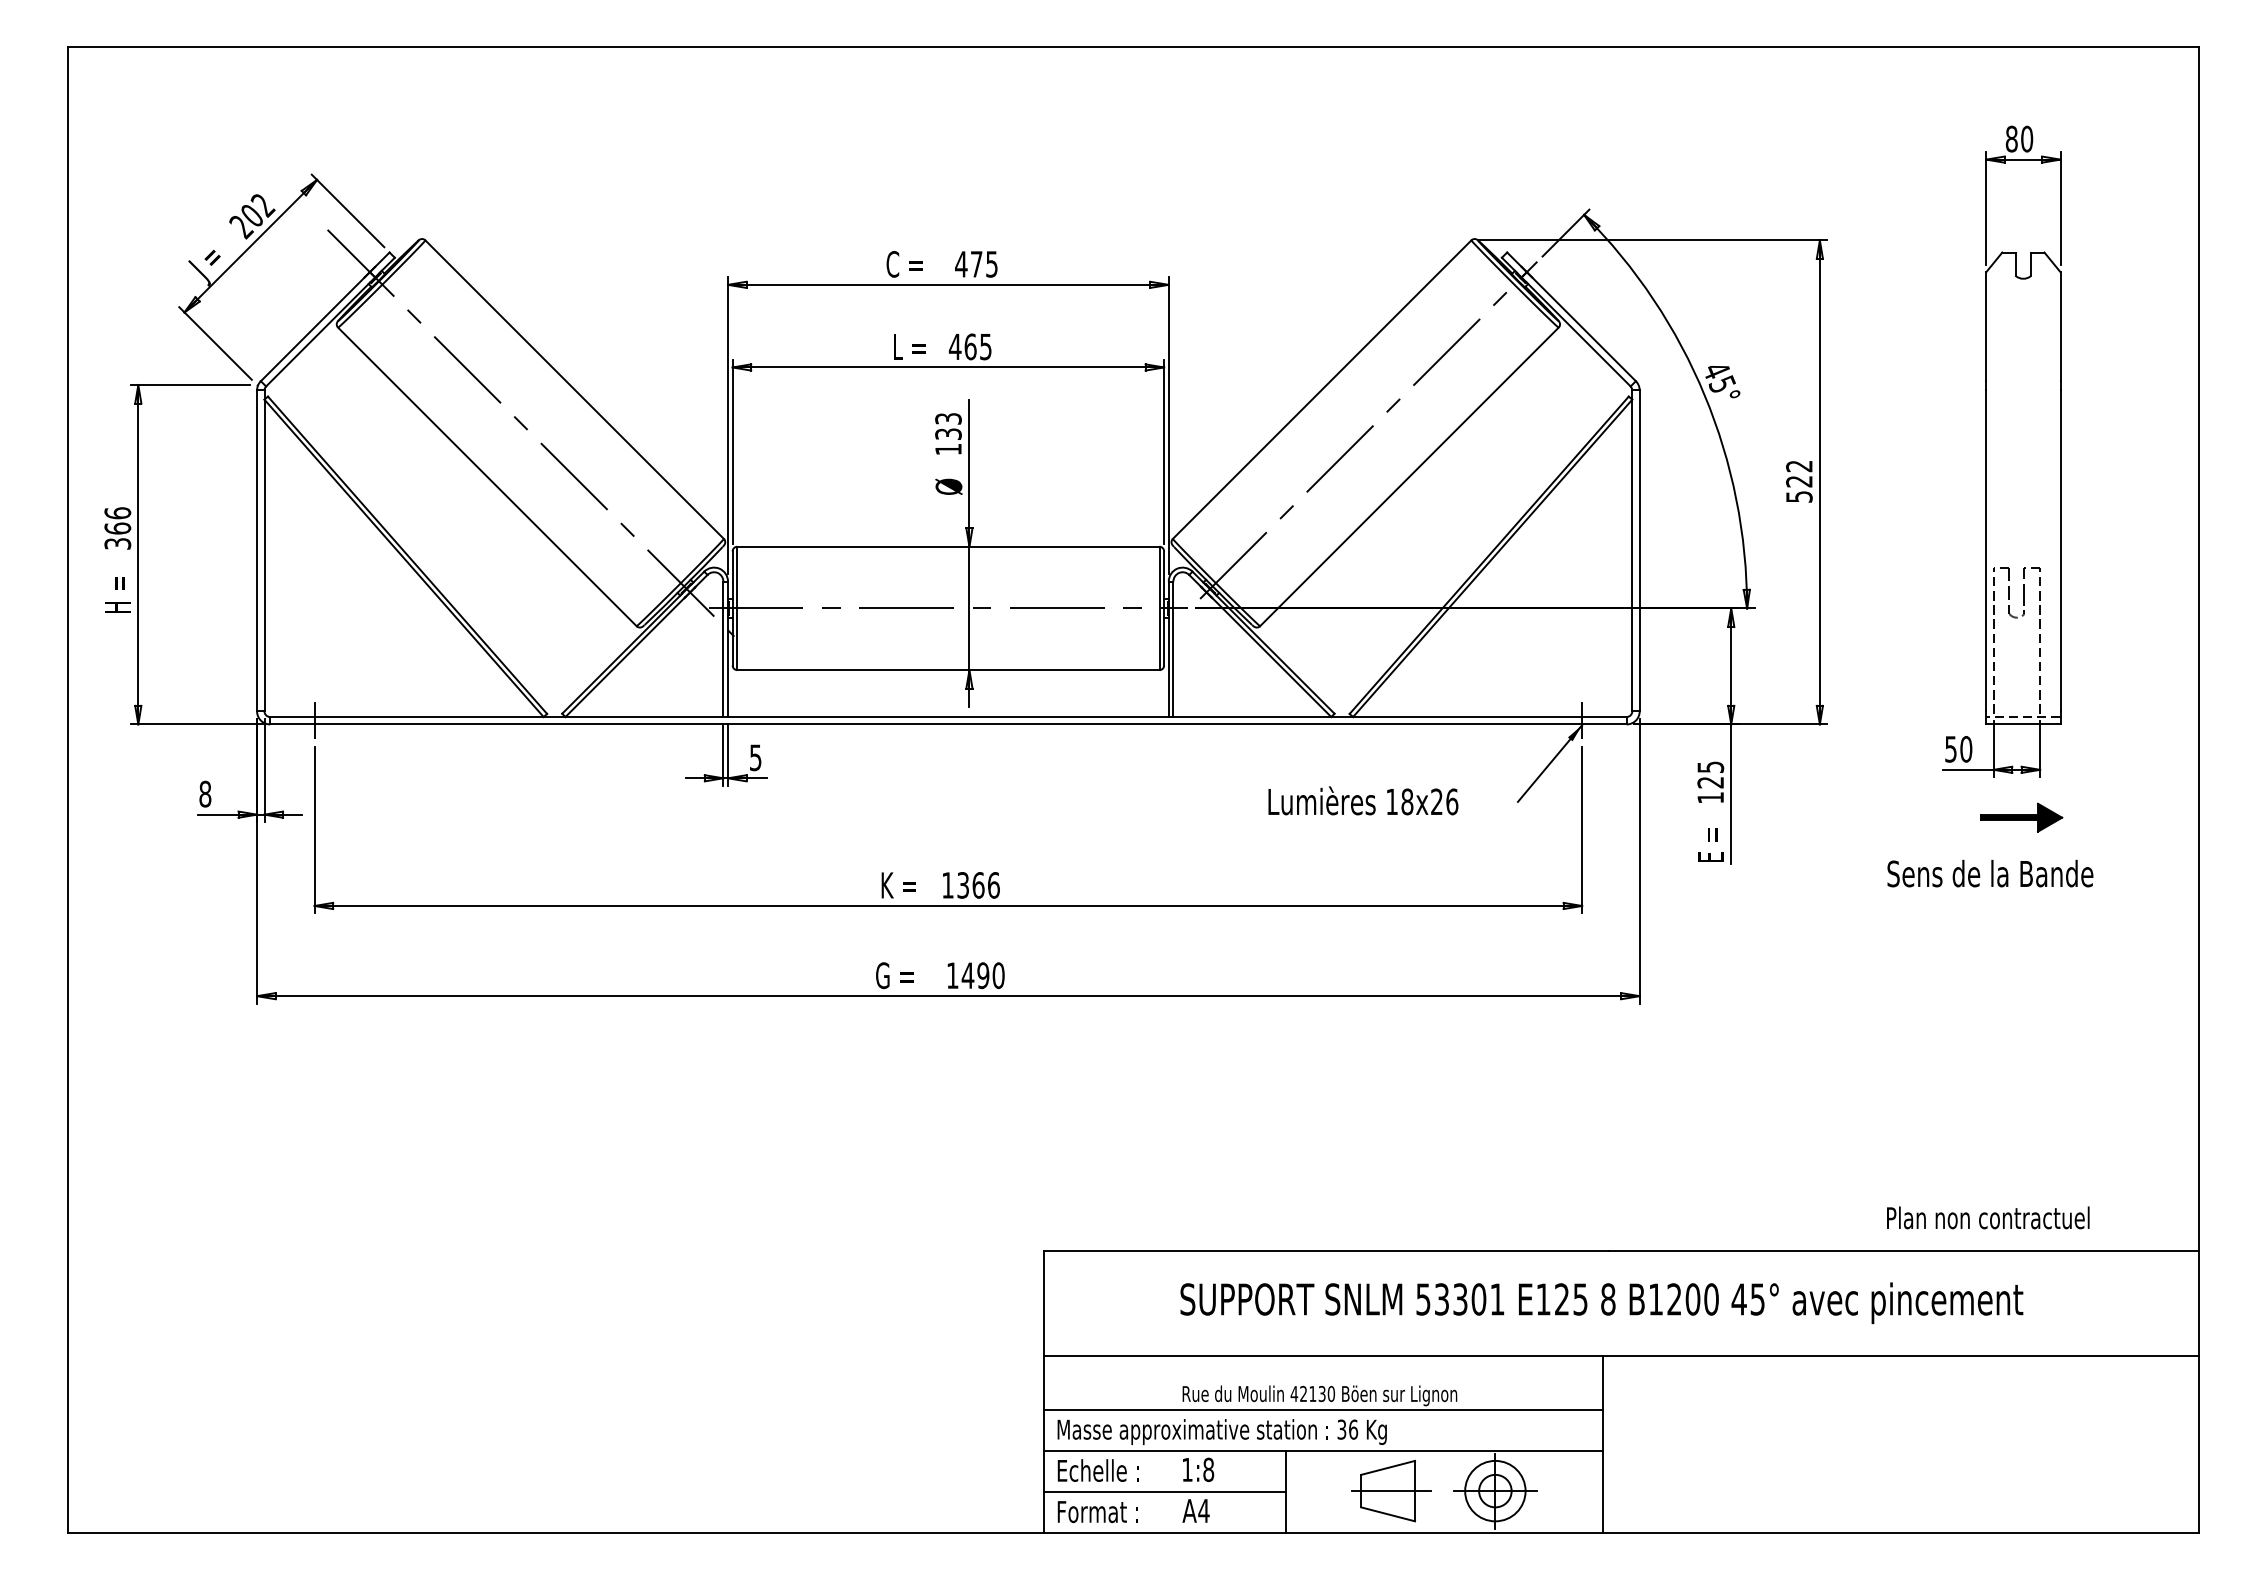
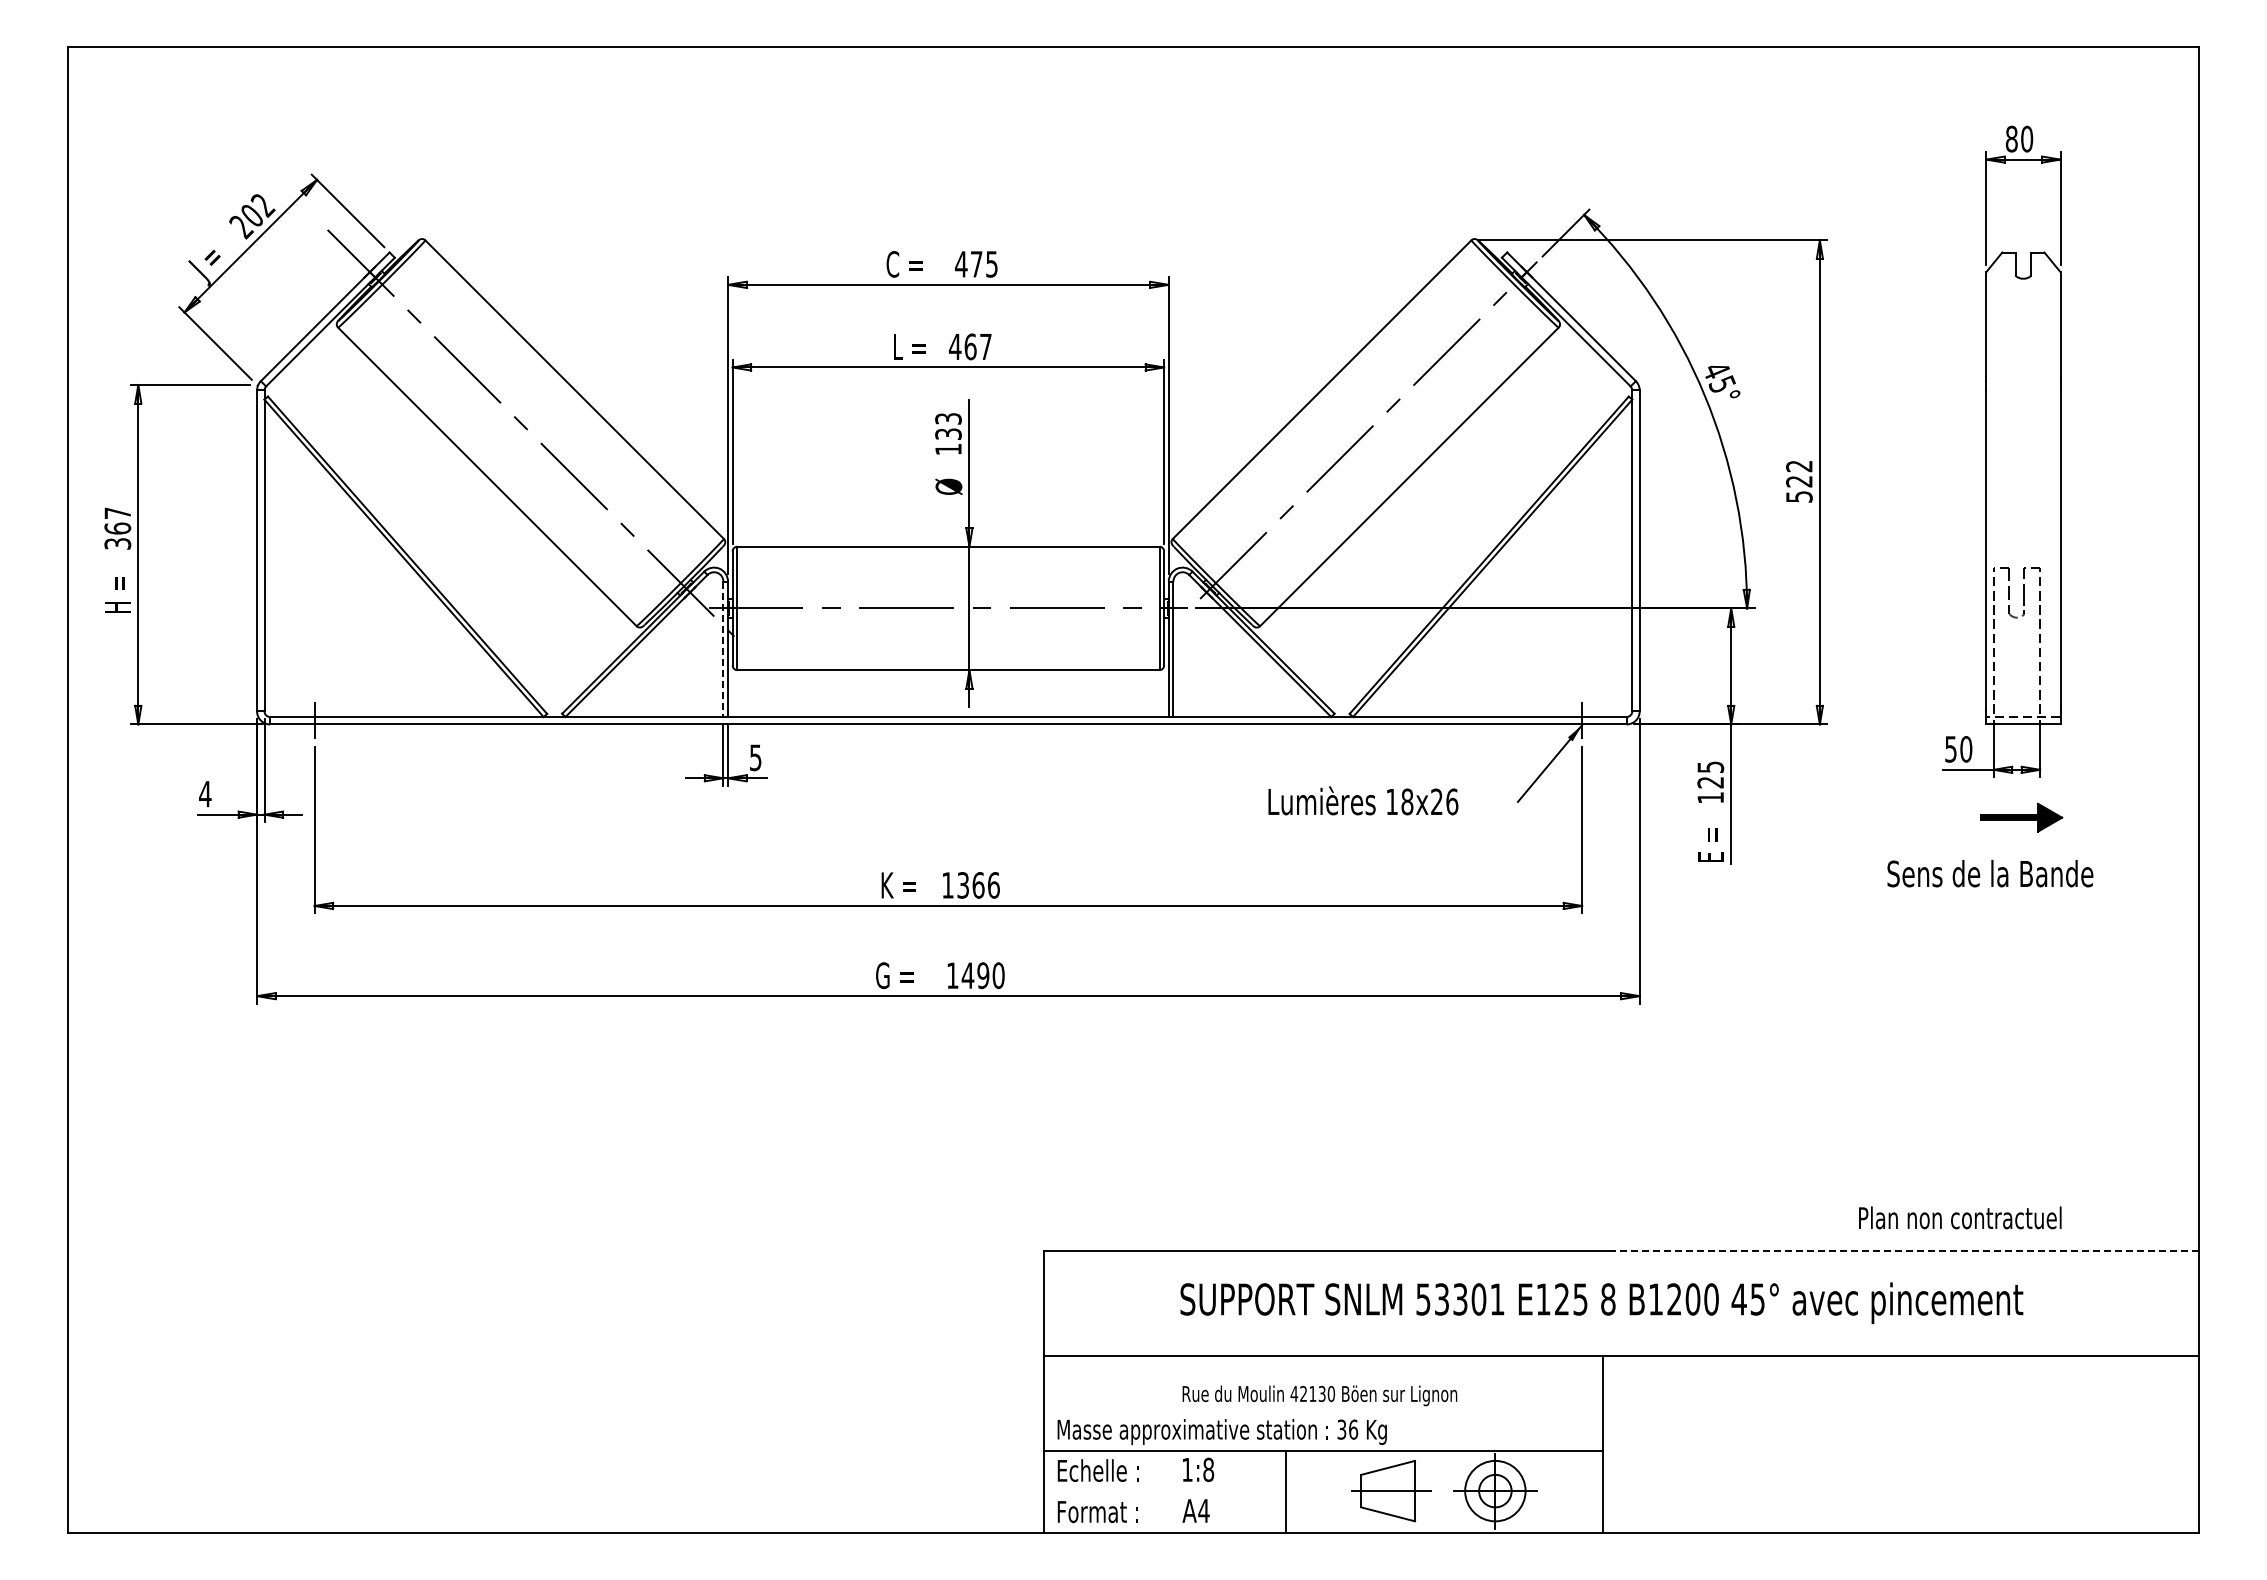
text at (985, 347): 465 -> 467
text at (117, 513): 366 -> 367
line at (723, 649): solid -> dashed
text at (205, 793): 8 -> 4
text at (1988, 1217) position: (1988, 1217) -> (1960, 1217)
line at (1903, 1250): solid -> dashed
line at (1322, 1410): present -> none
line at (1164, 1492): present -> none
